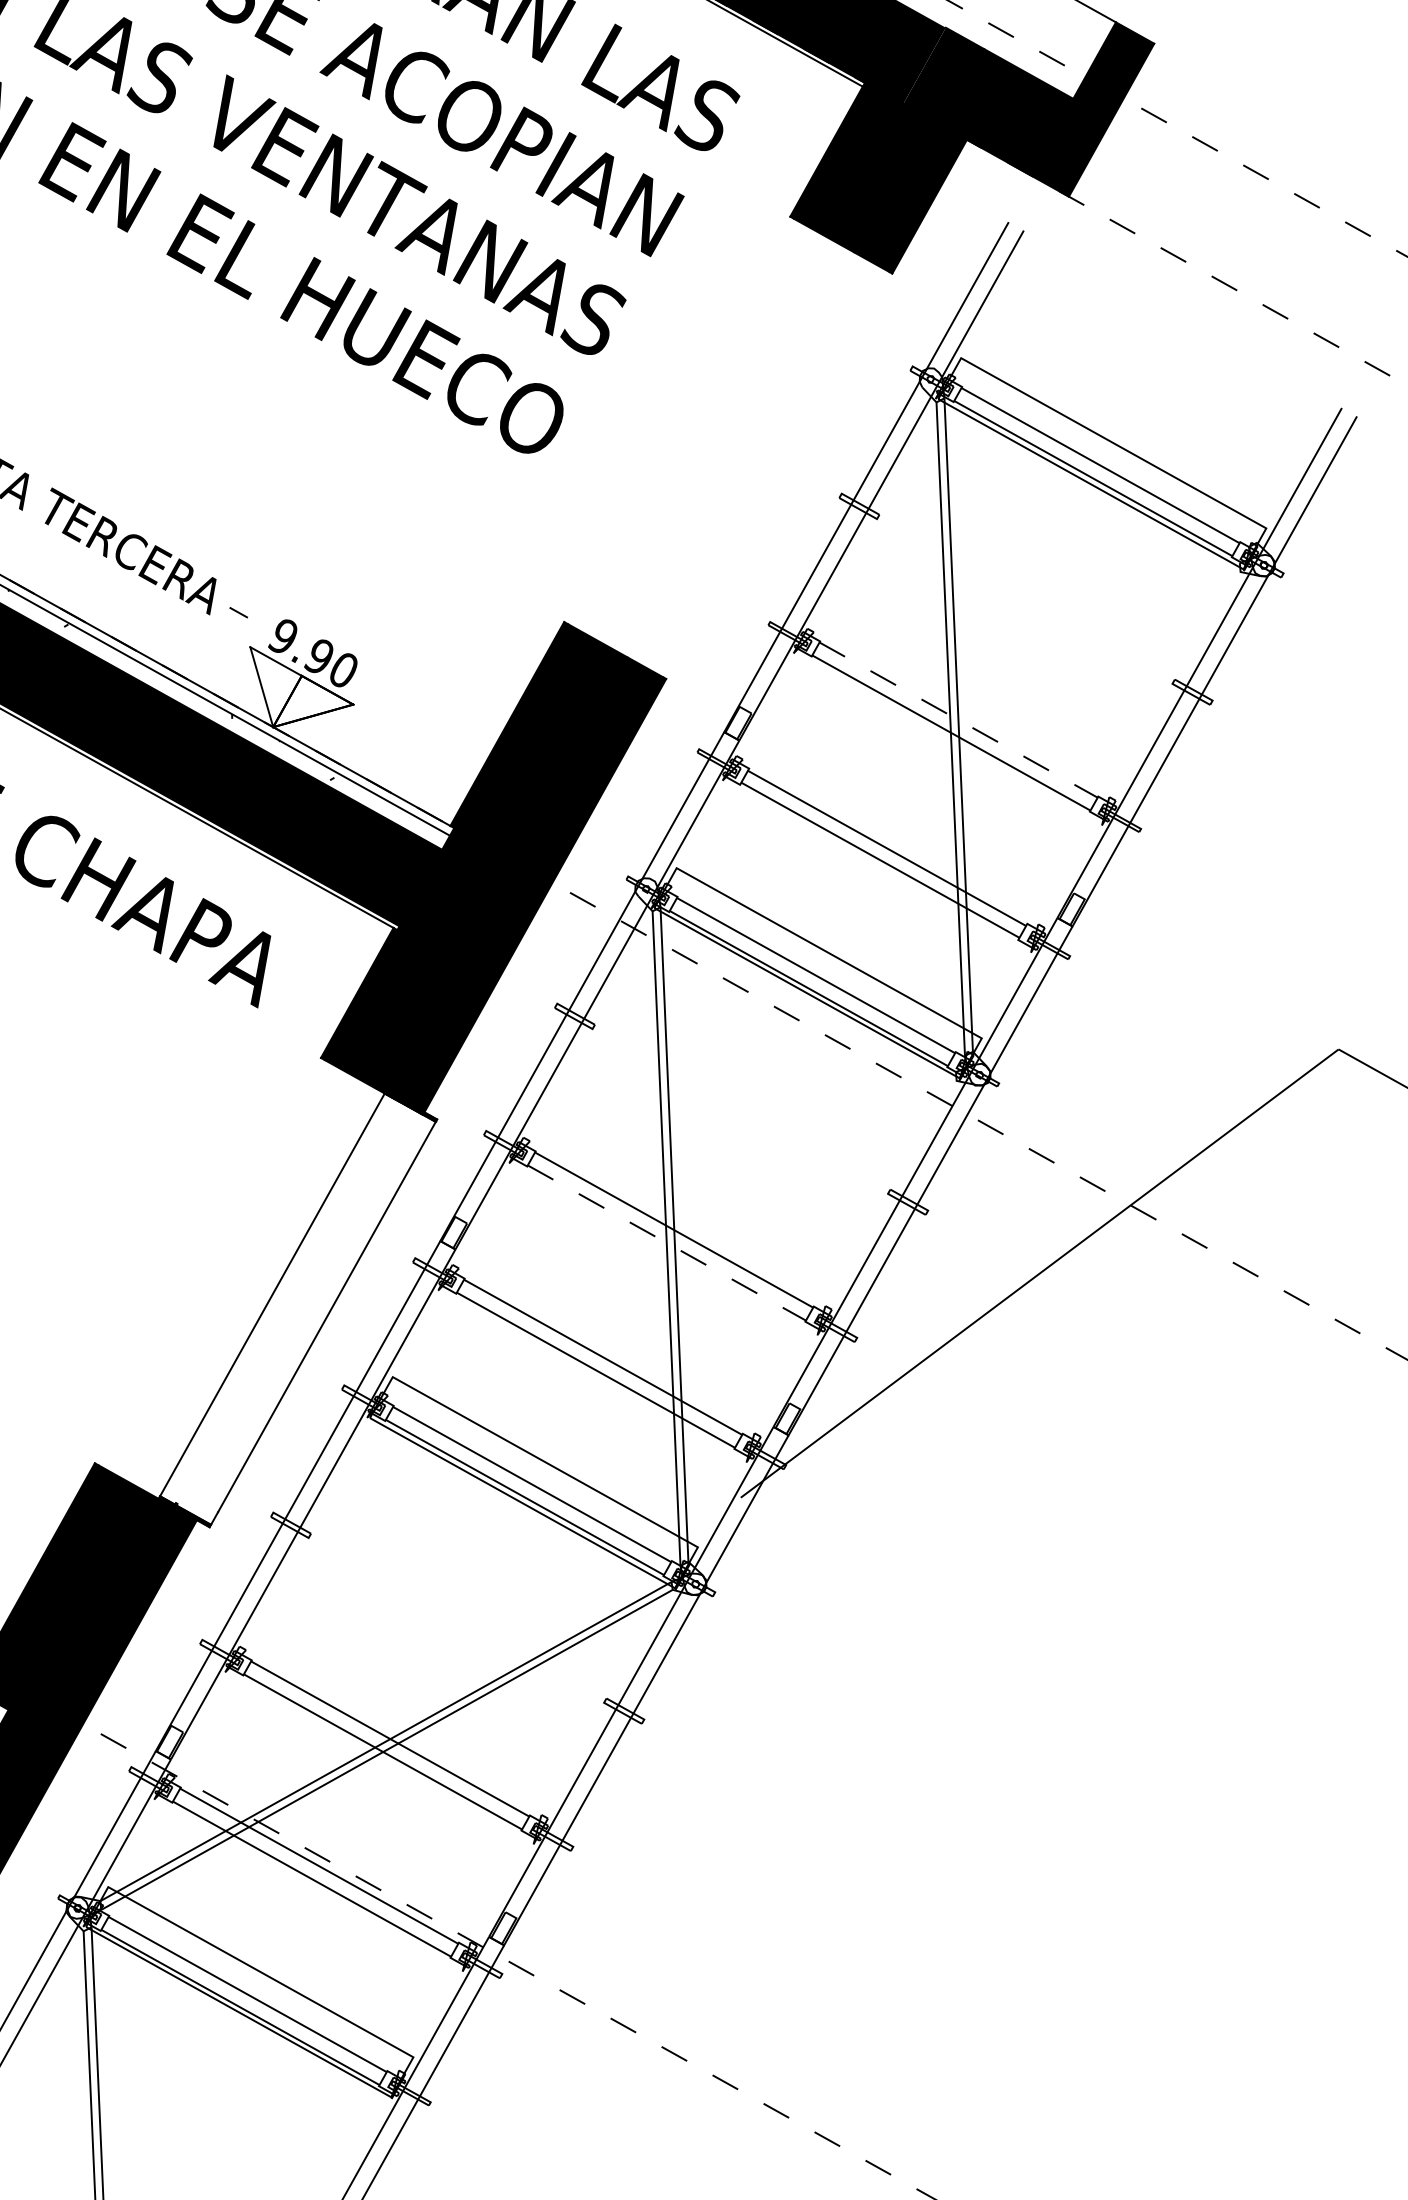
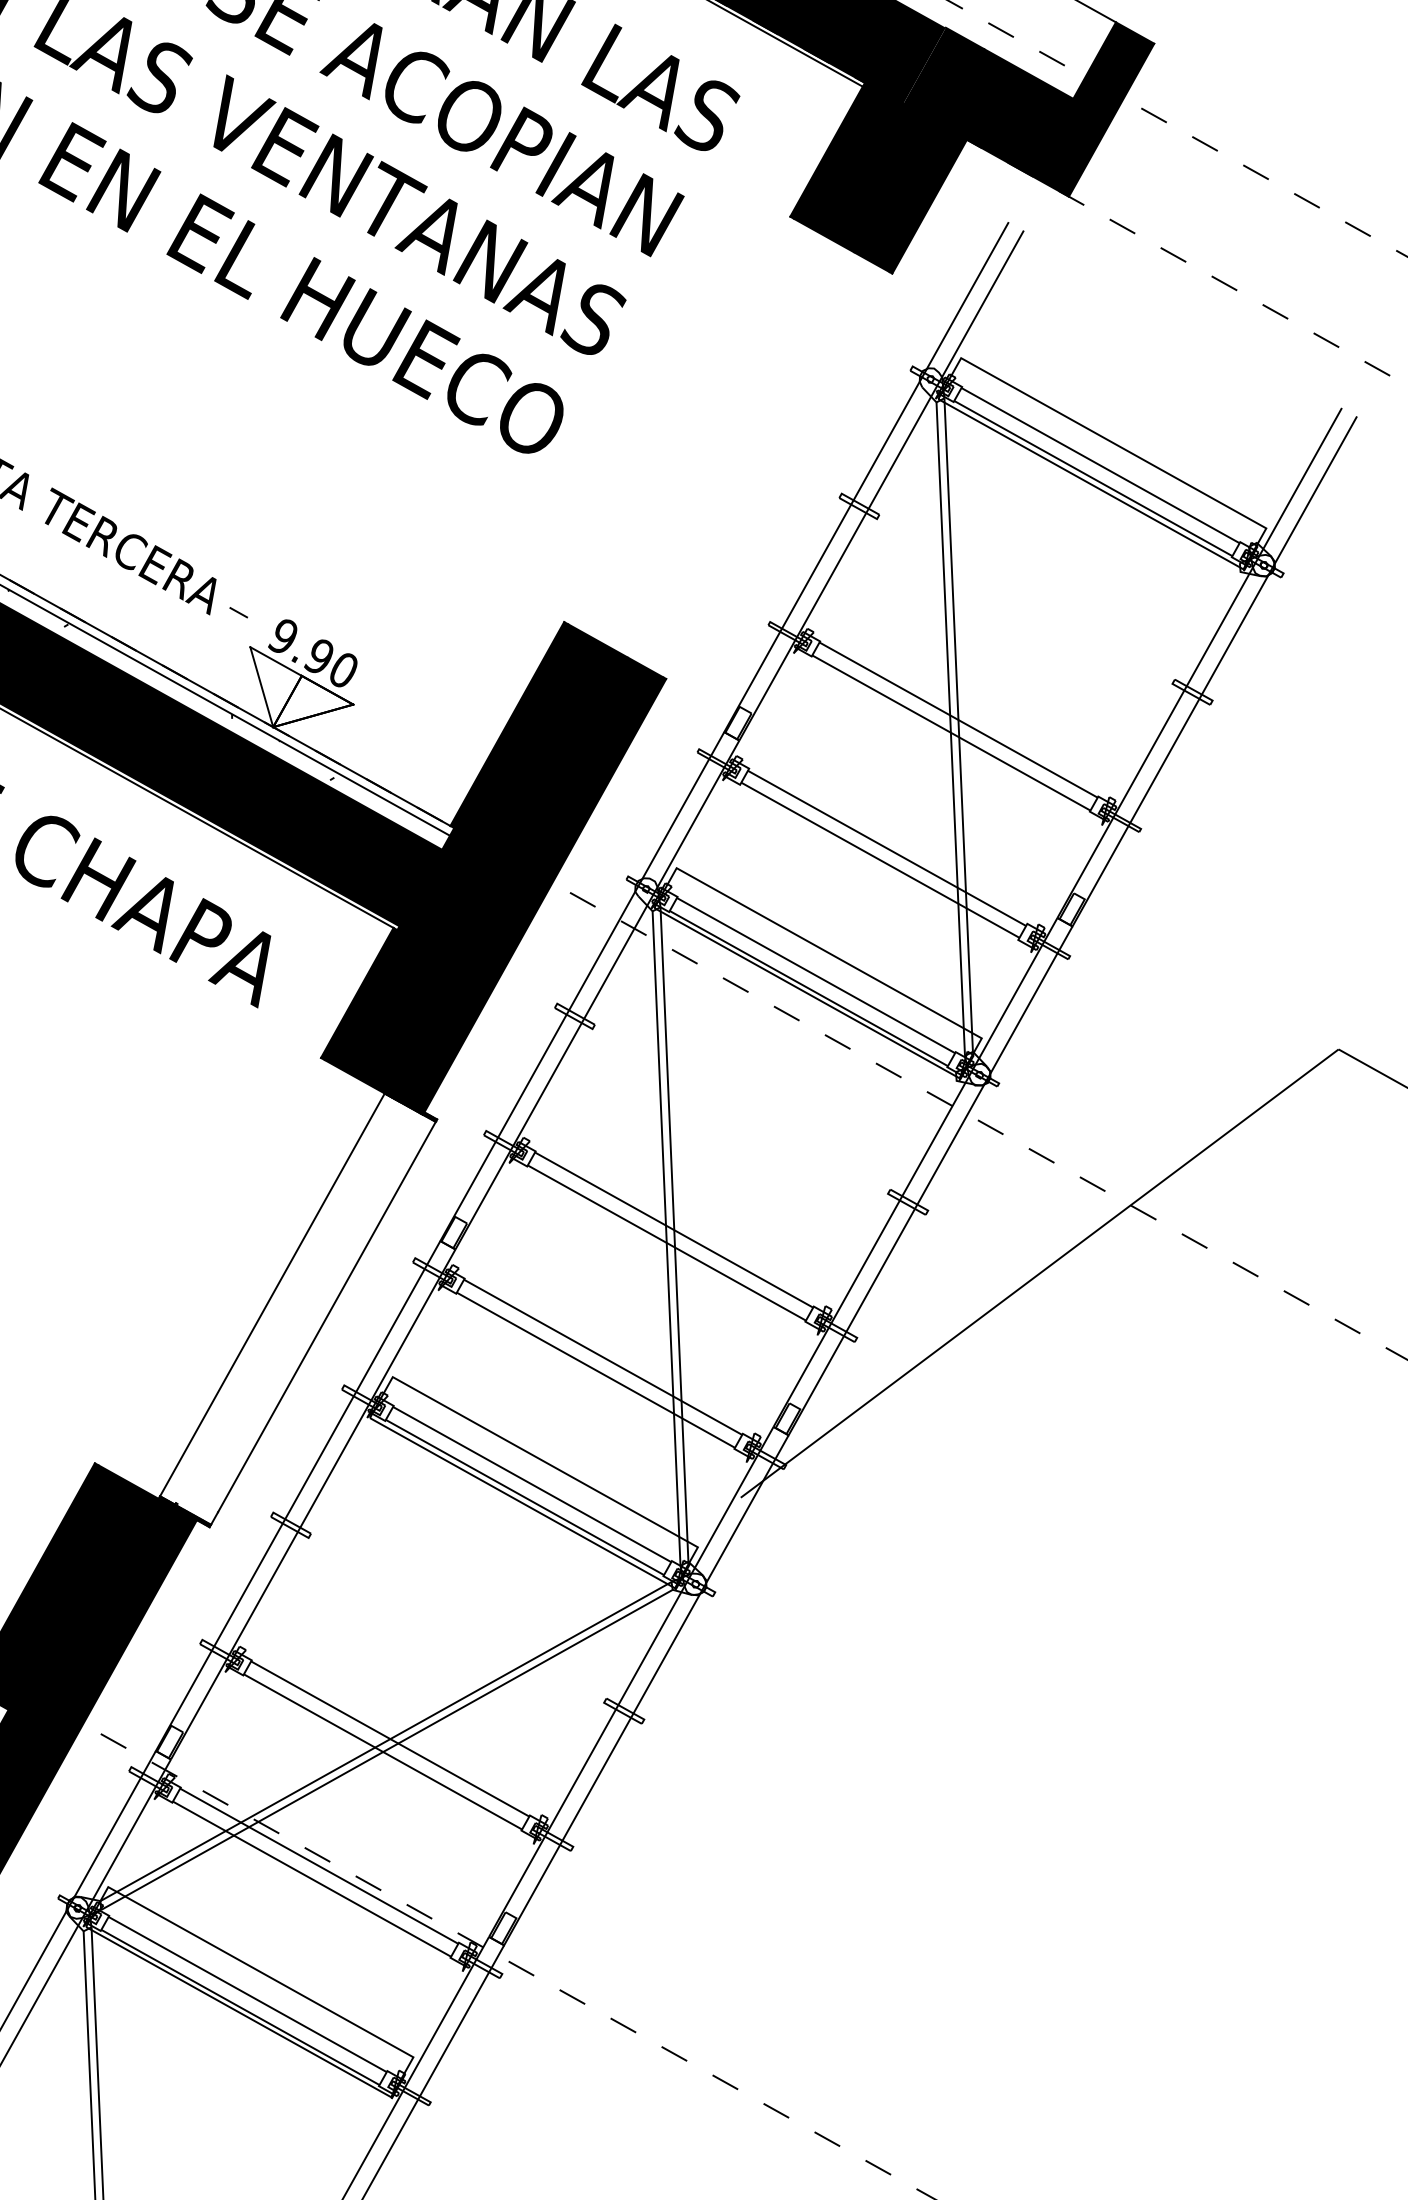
line at (959, 720): dashed -> solid
line at (667, 1243): dashed -> solid
